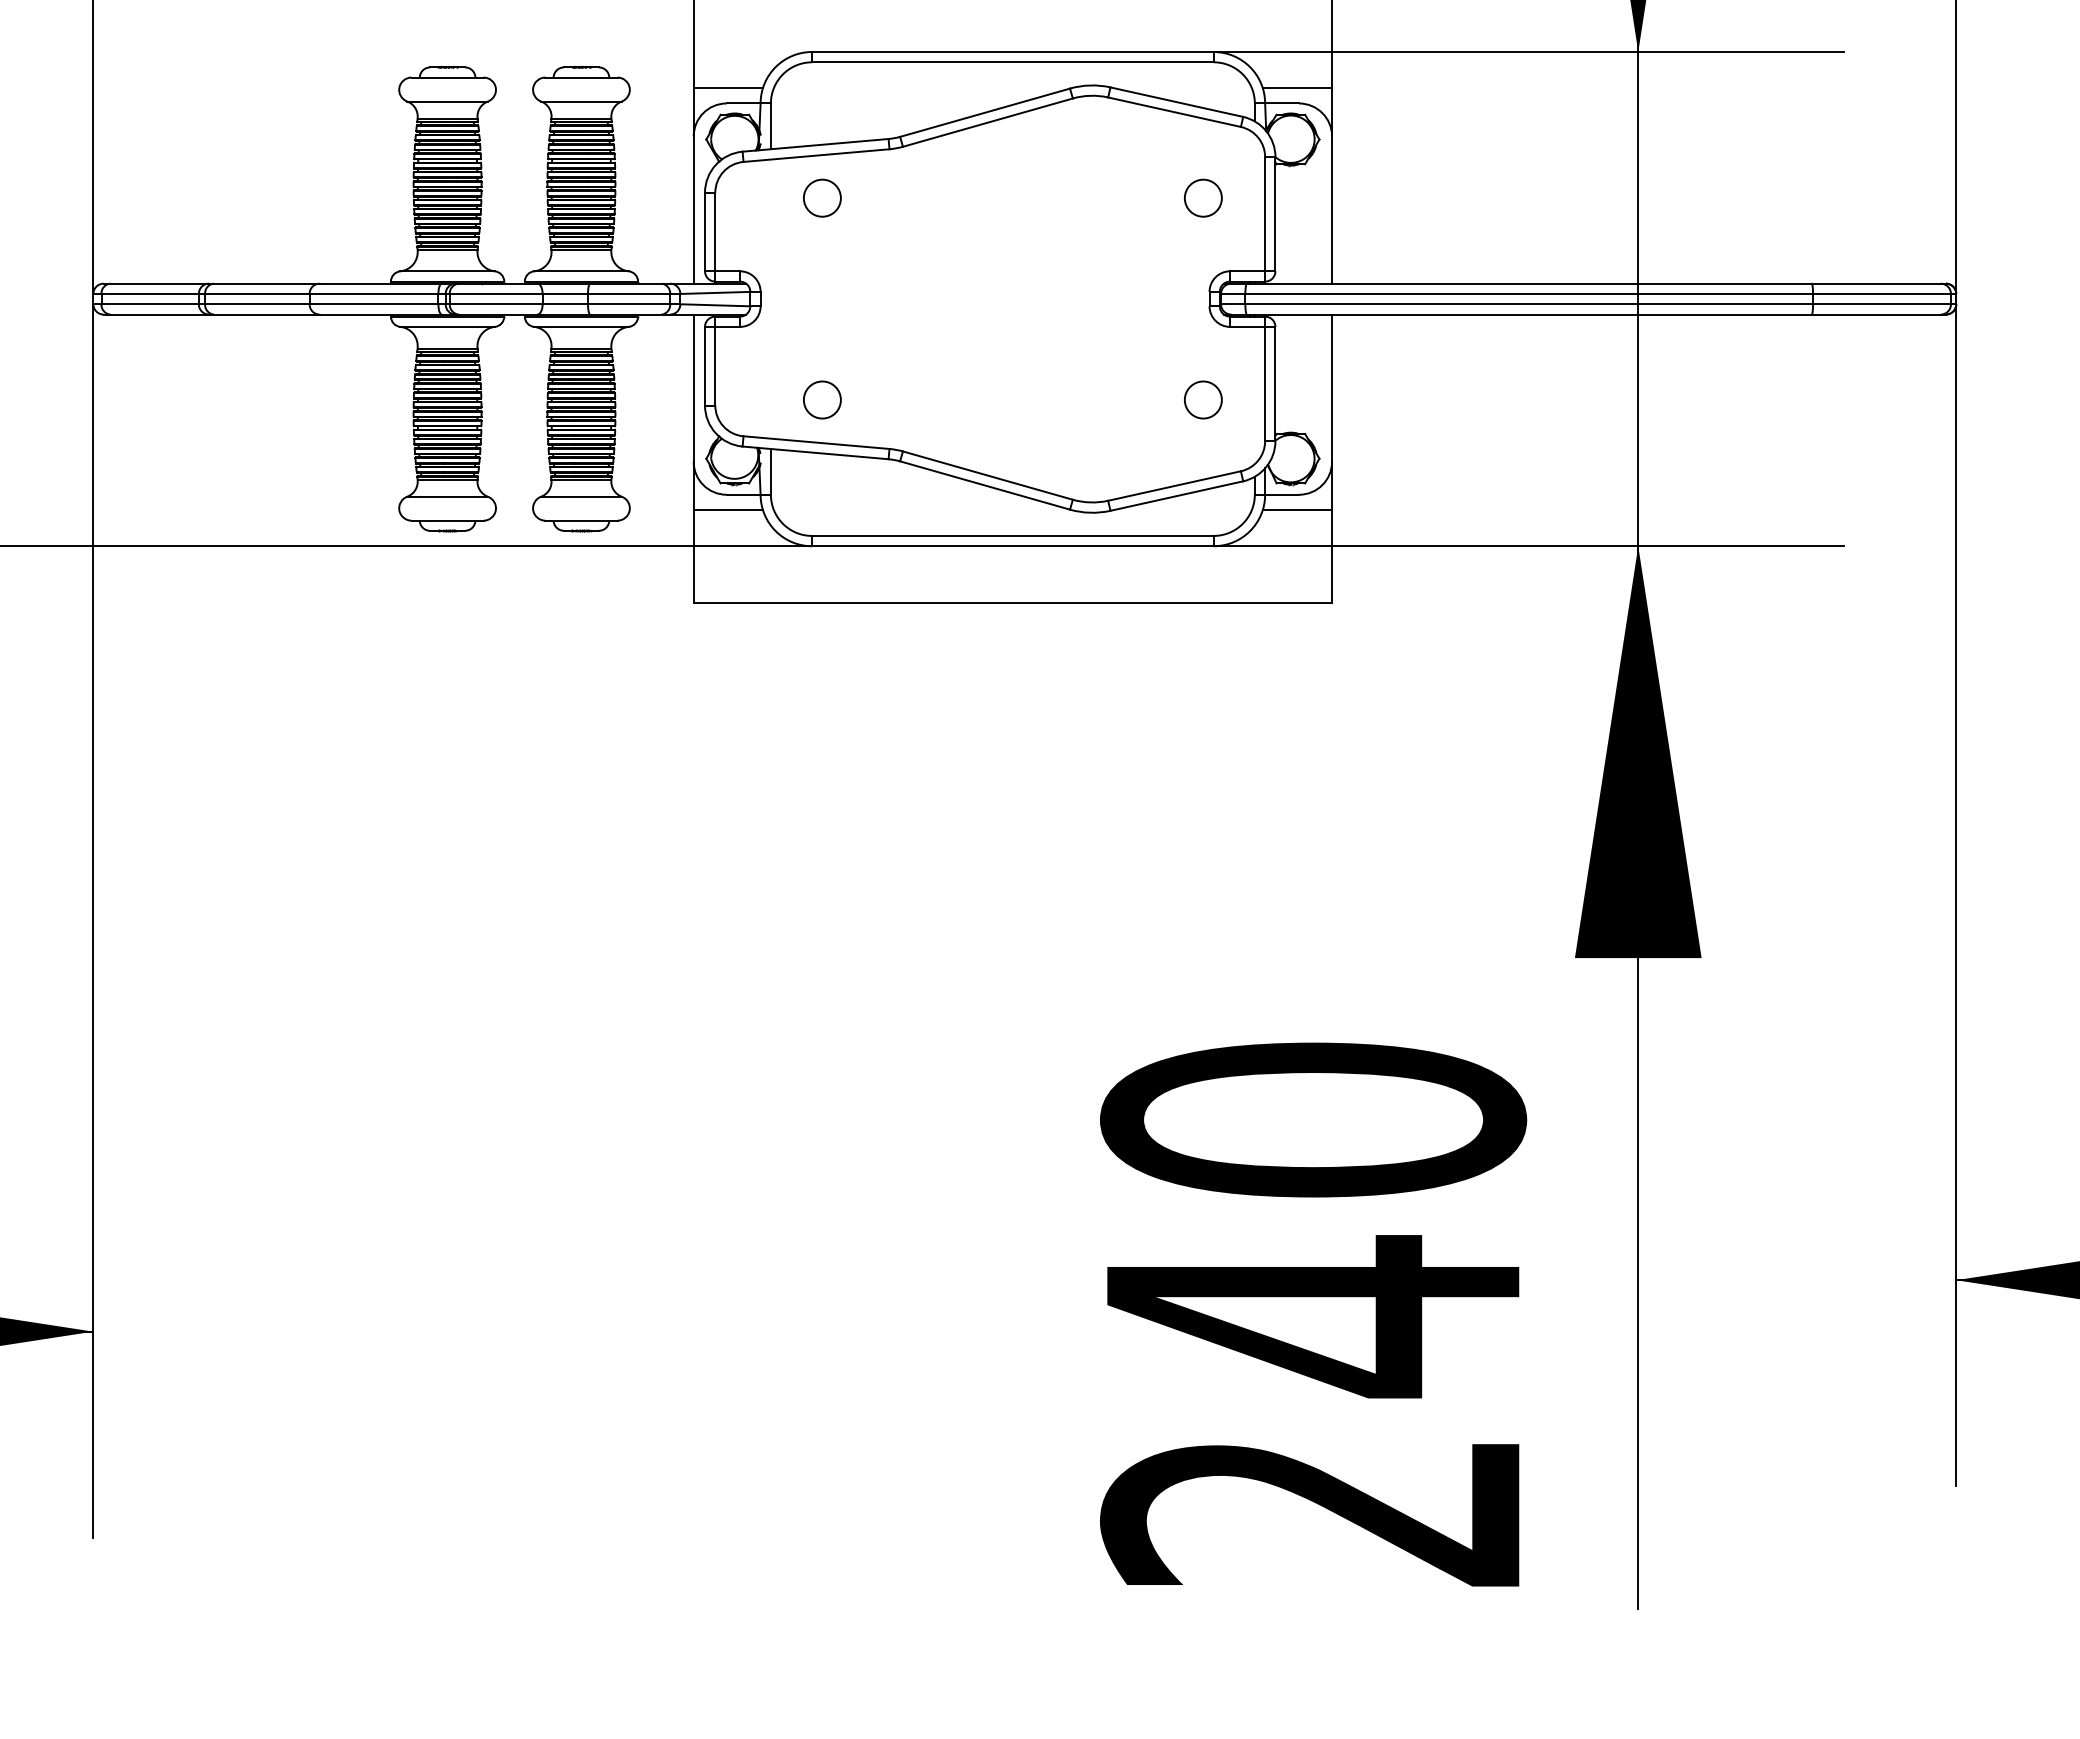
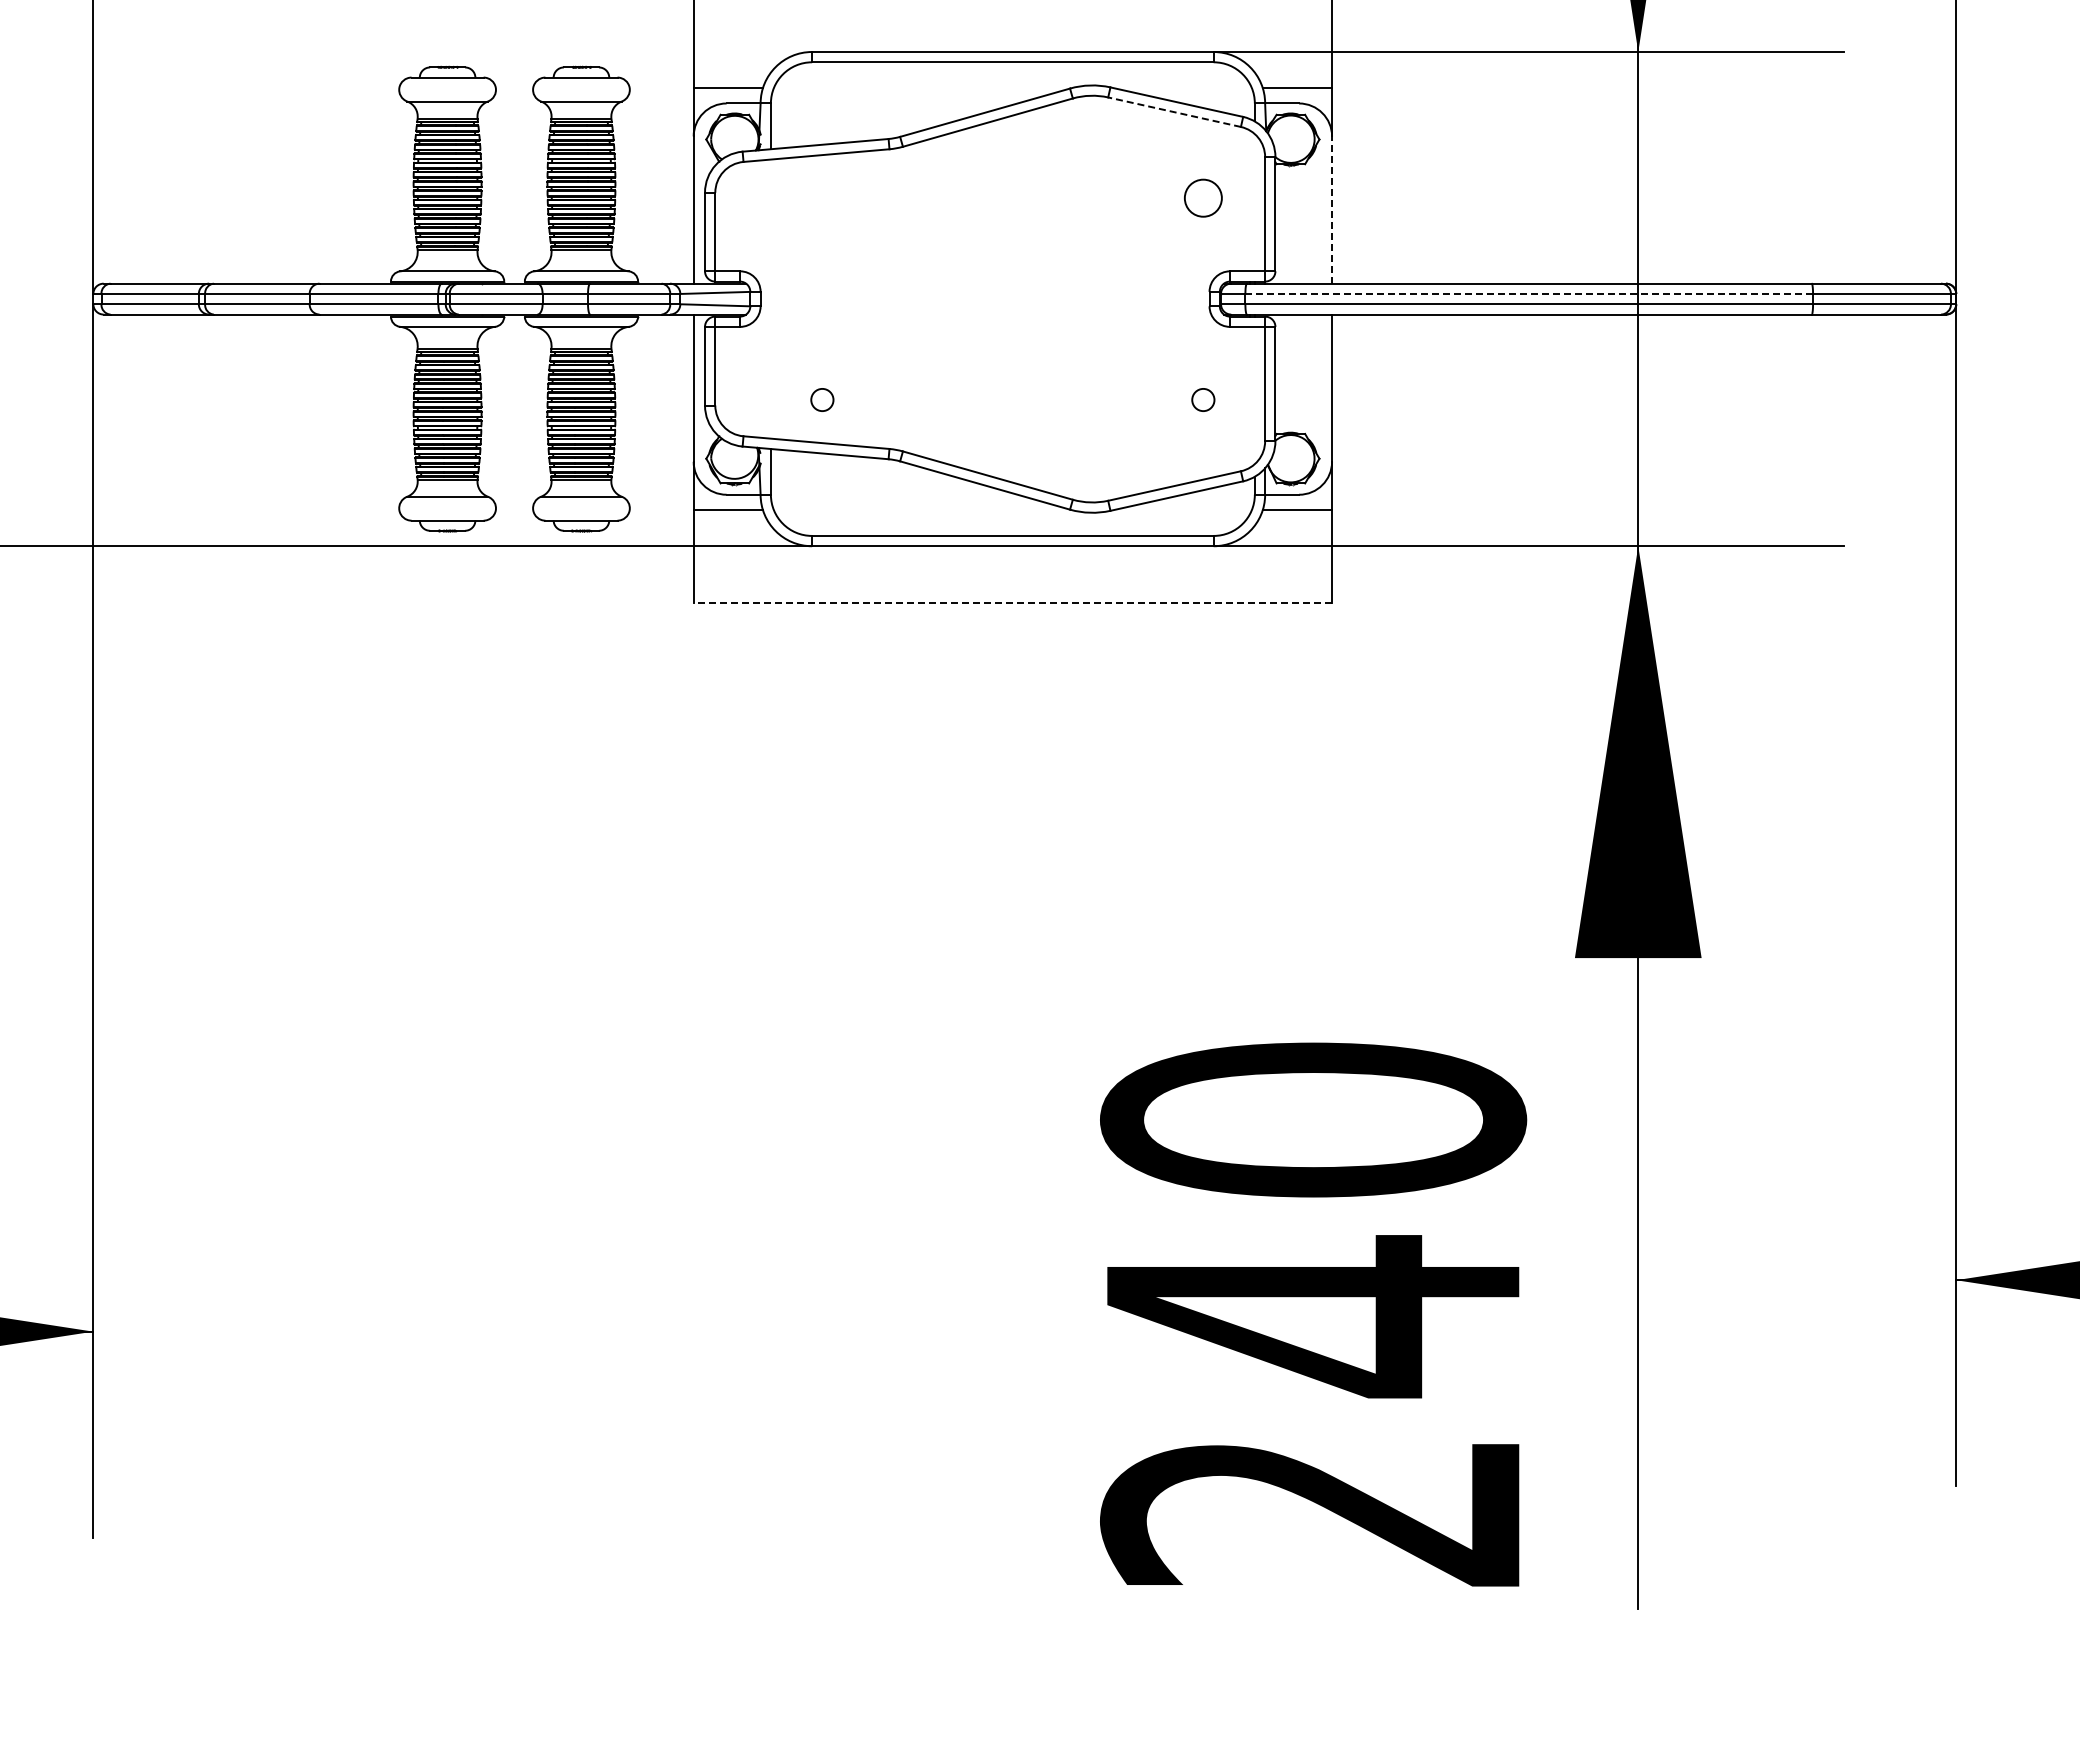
line at (1174, 112): solid -> dashed
circle at (822, 197): present -> none
line at (1332, 210): solid -> dashed
line at (1529, 293): solid -> dashed
circle at (821, 399) diameter: 37 px -> 22 px
circle at (1202, 399) diameter: 37 px -> 22 px
line at (1012, 602): solid -> dashed
